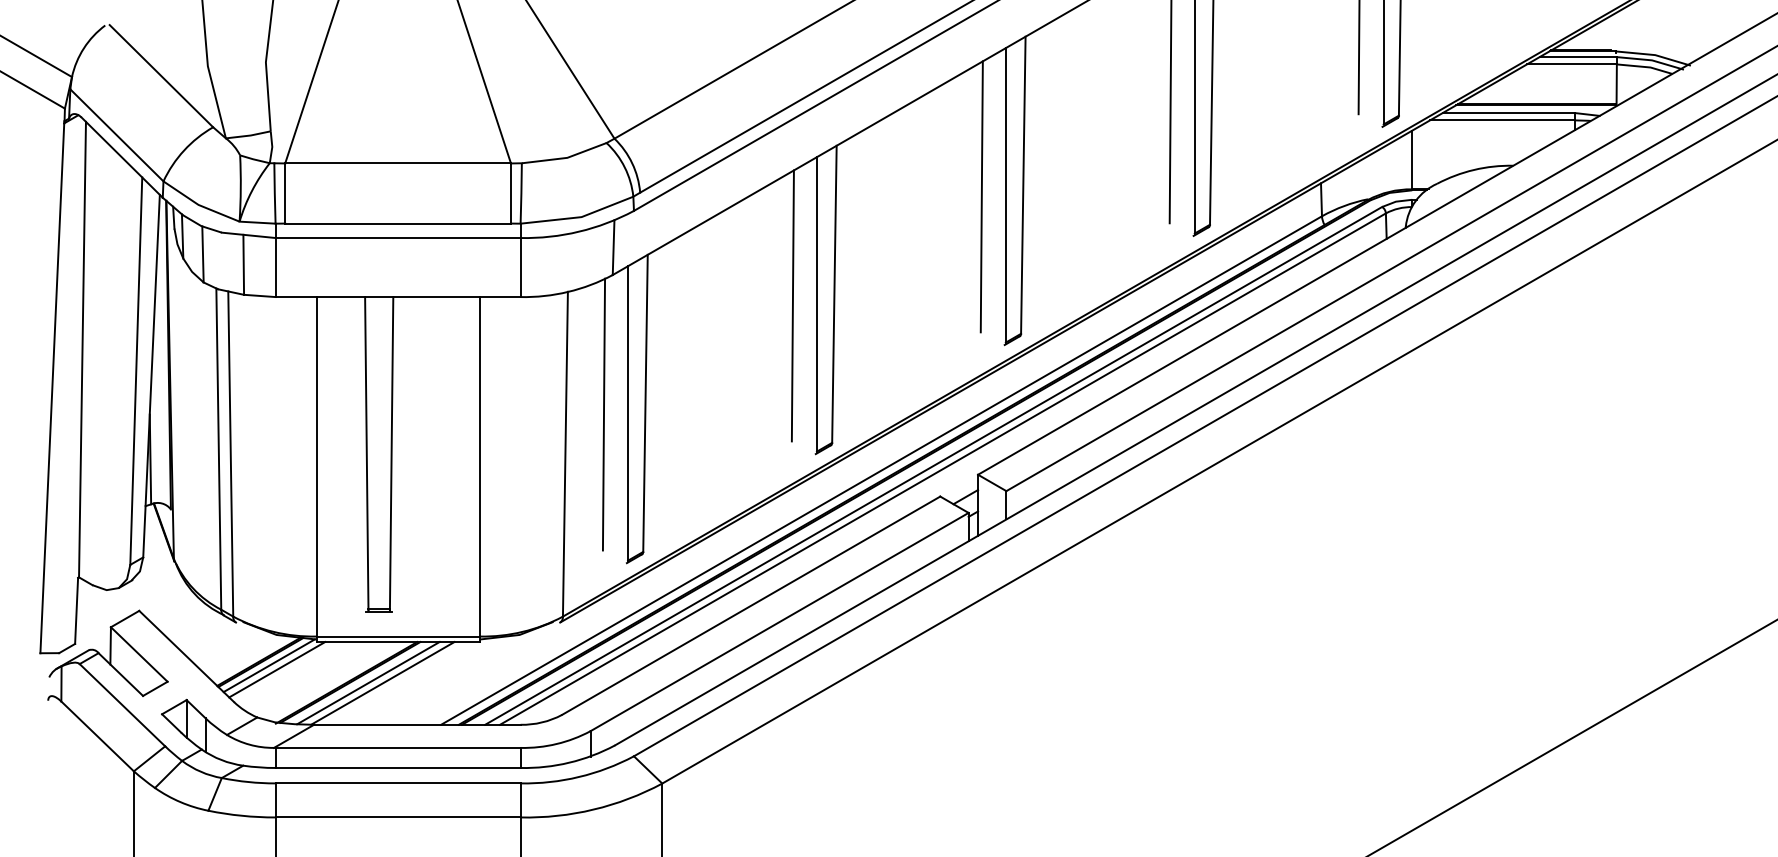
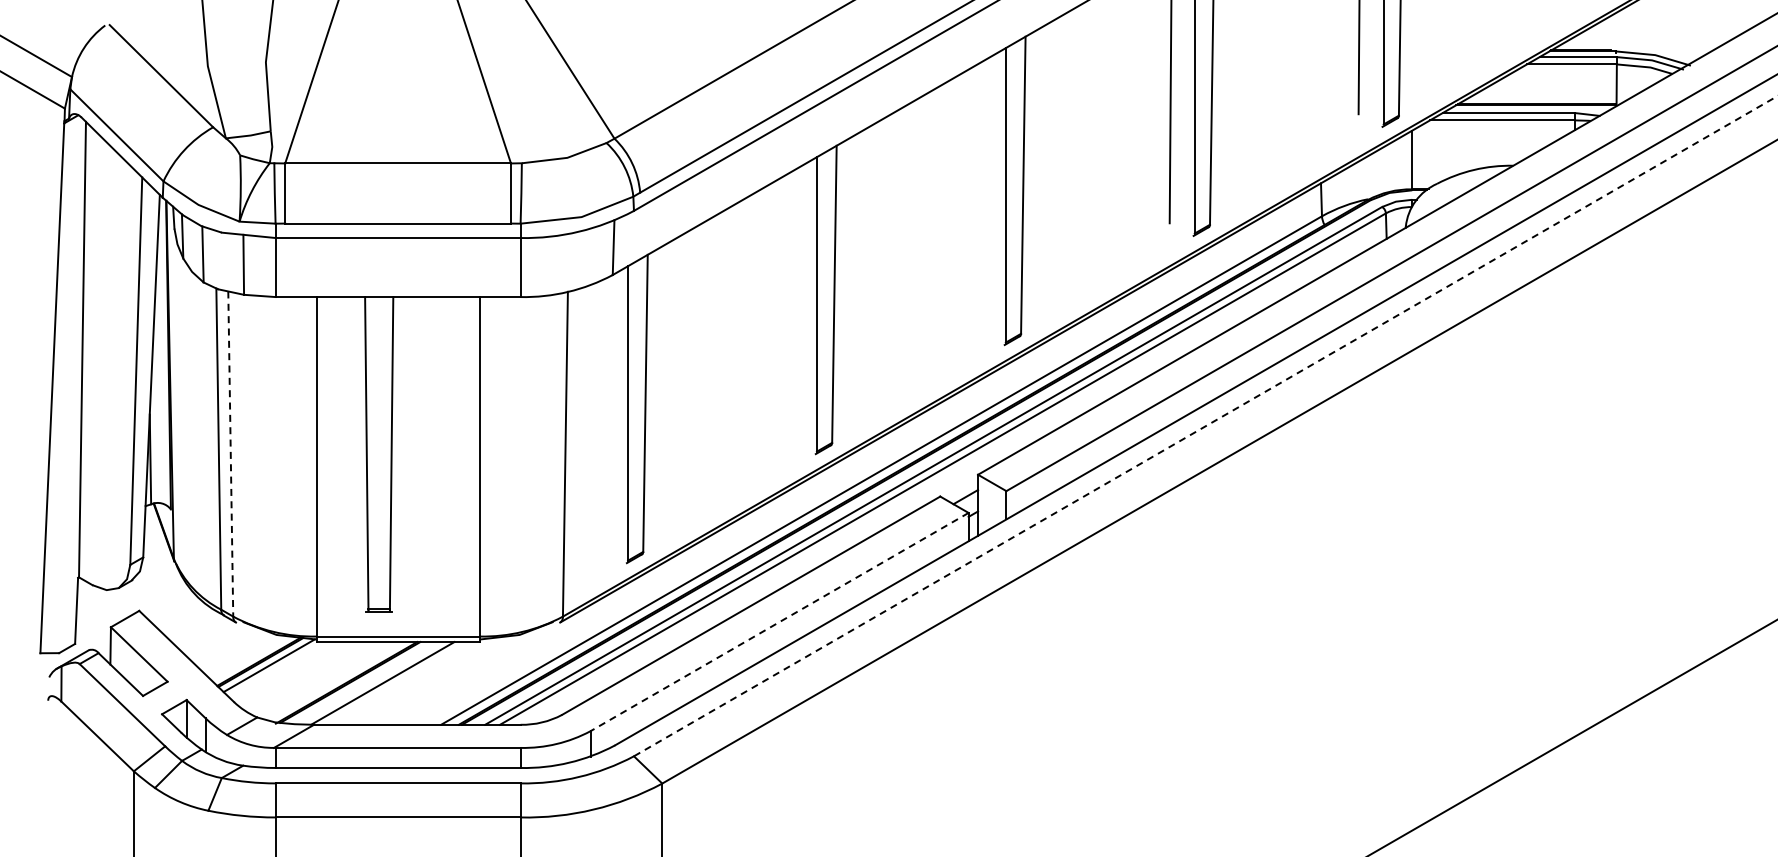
line at (981, 196): present -> none
line at (792, 305): present -> none
line at (603, 414): present -> none
line at (1205, 426): solid -> dashed
line at (230, 454): solid -> dashed
line at (779, 622): solid -> dashed
line at (277, 669): present -> none
line at (368, 682): present -> none
